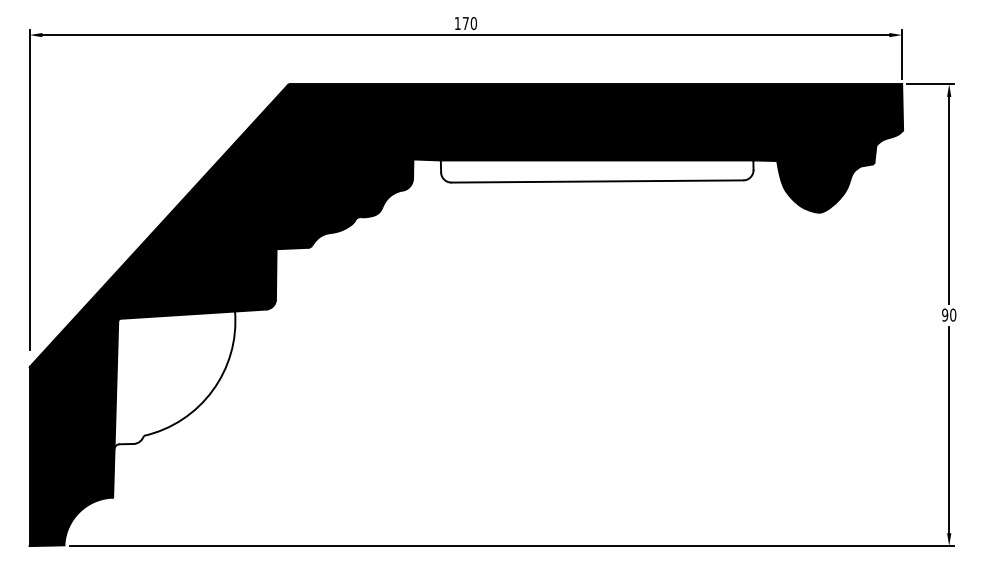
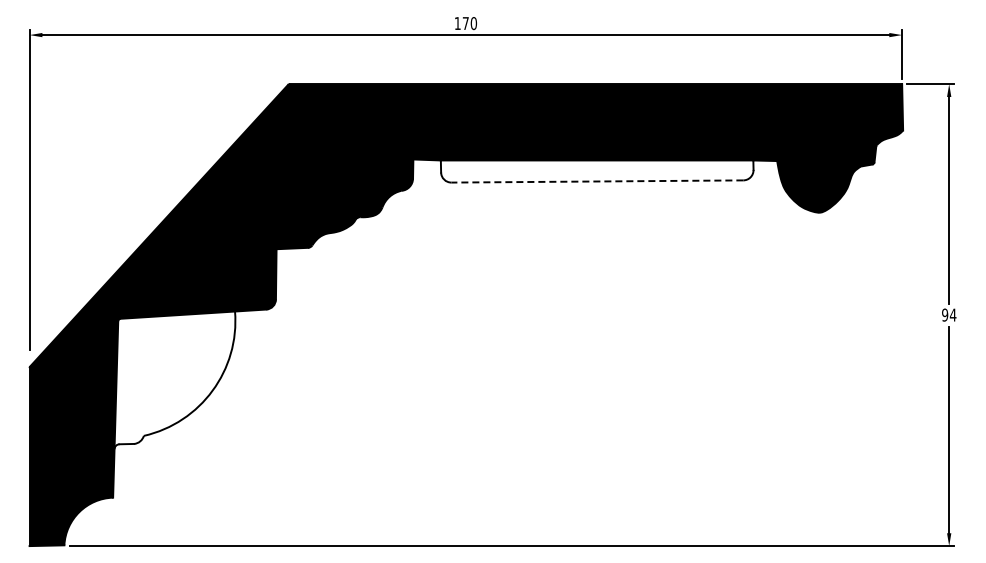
line at (597, 181): solid -> dashed
text at (952, 314): 90 -> 94
